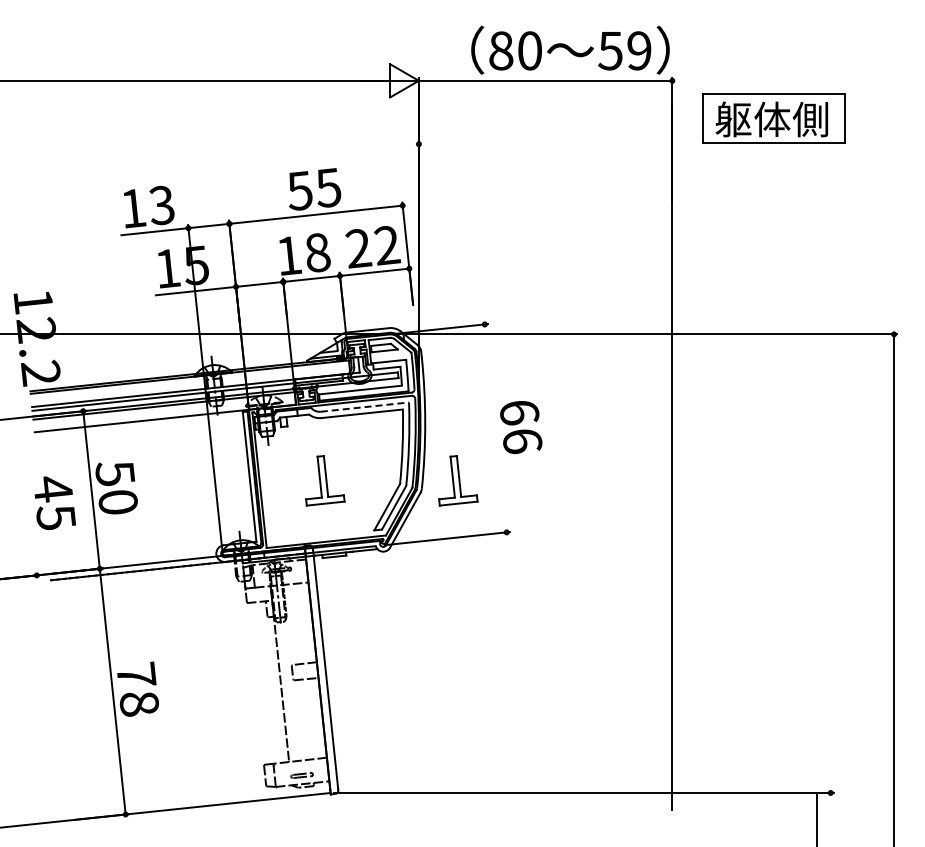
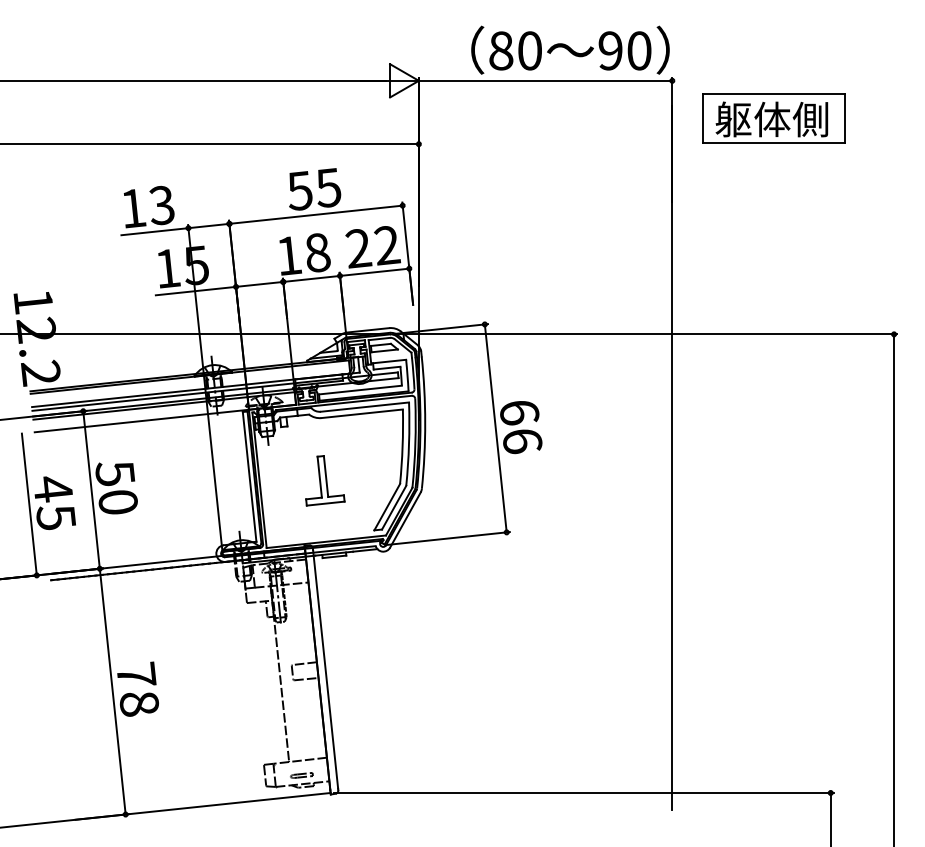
text at (624, 50): 59 -> 90
line at (210, 144): none -> present
line at (365, 407): dashed -> solid
line at (495, 428): none -> present
part at (458, 480): present -> none
line at (28, 504): none -> present
line at (816, 817) position: (816, 817) -> (830, 817)
